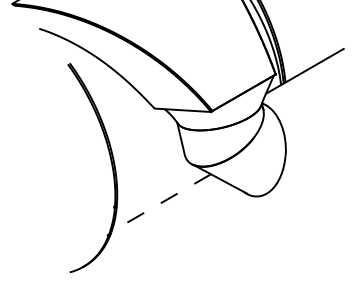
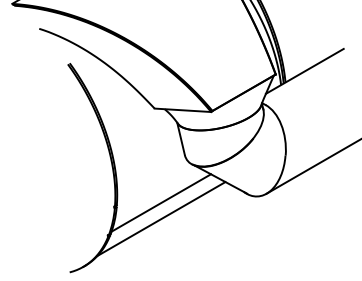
line at (312, 166): none -> present
line at (160, 203): dashed -> solid
line at (161, 218): none -> present
